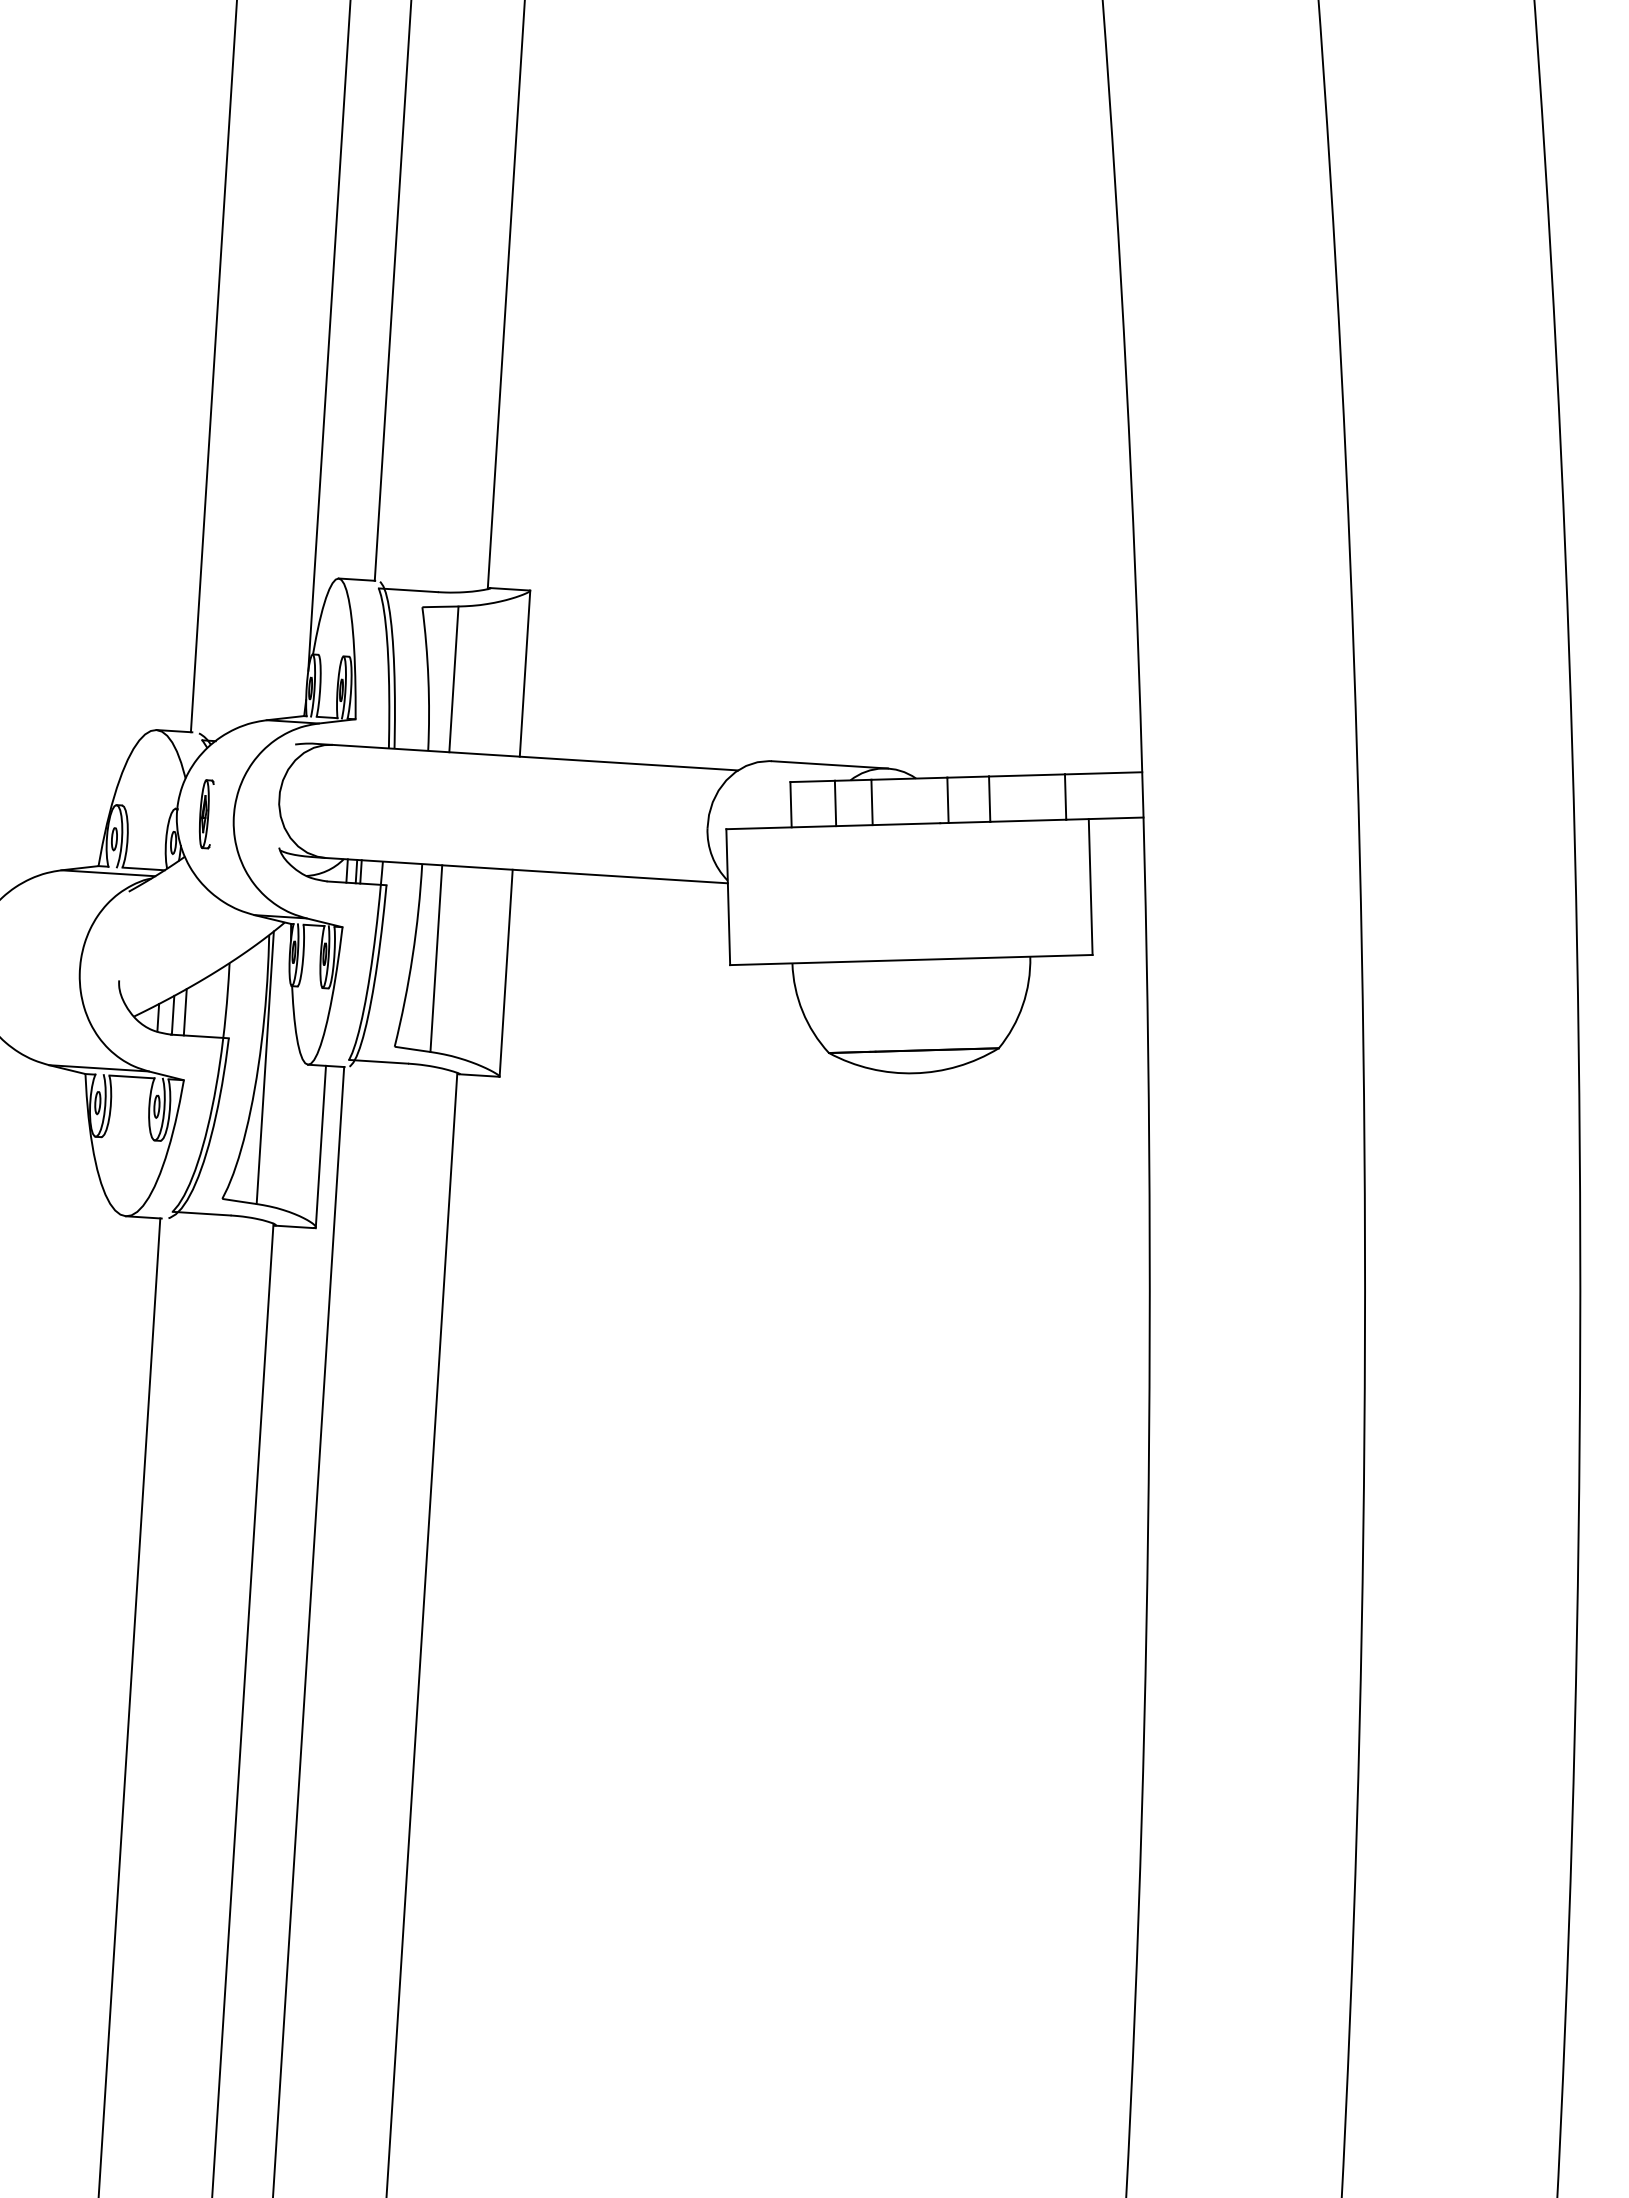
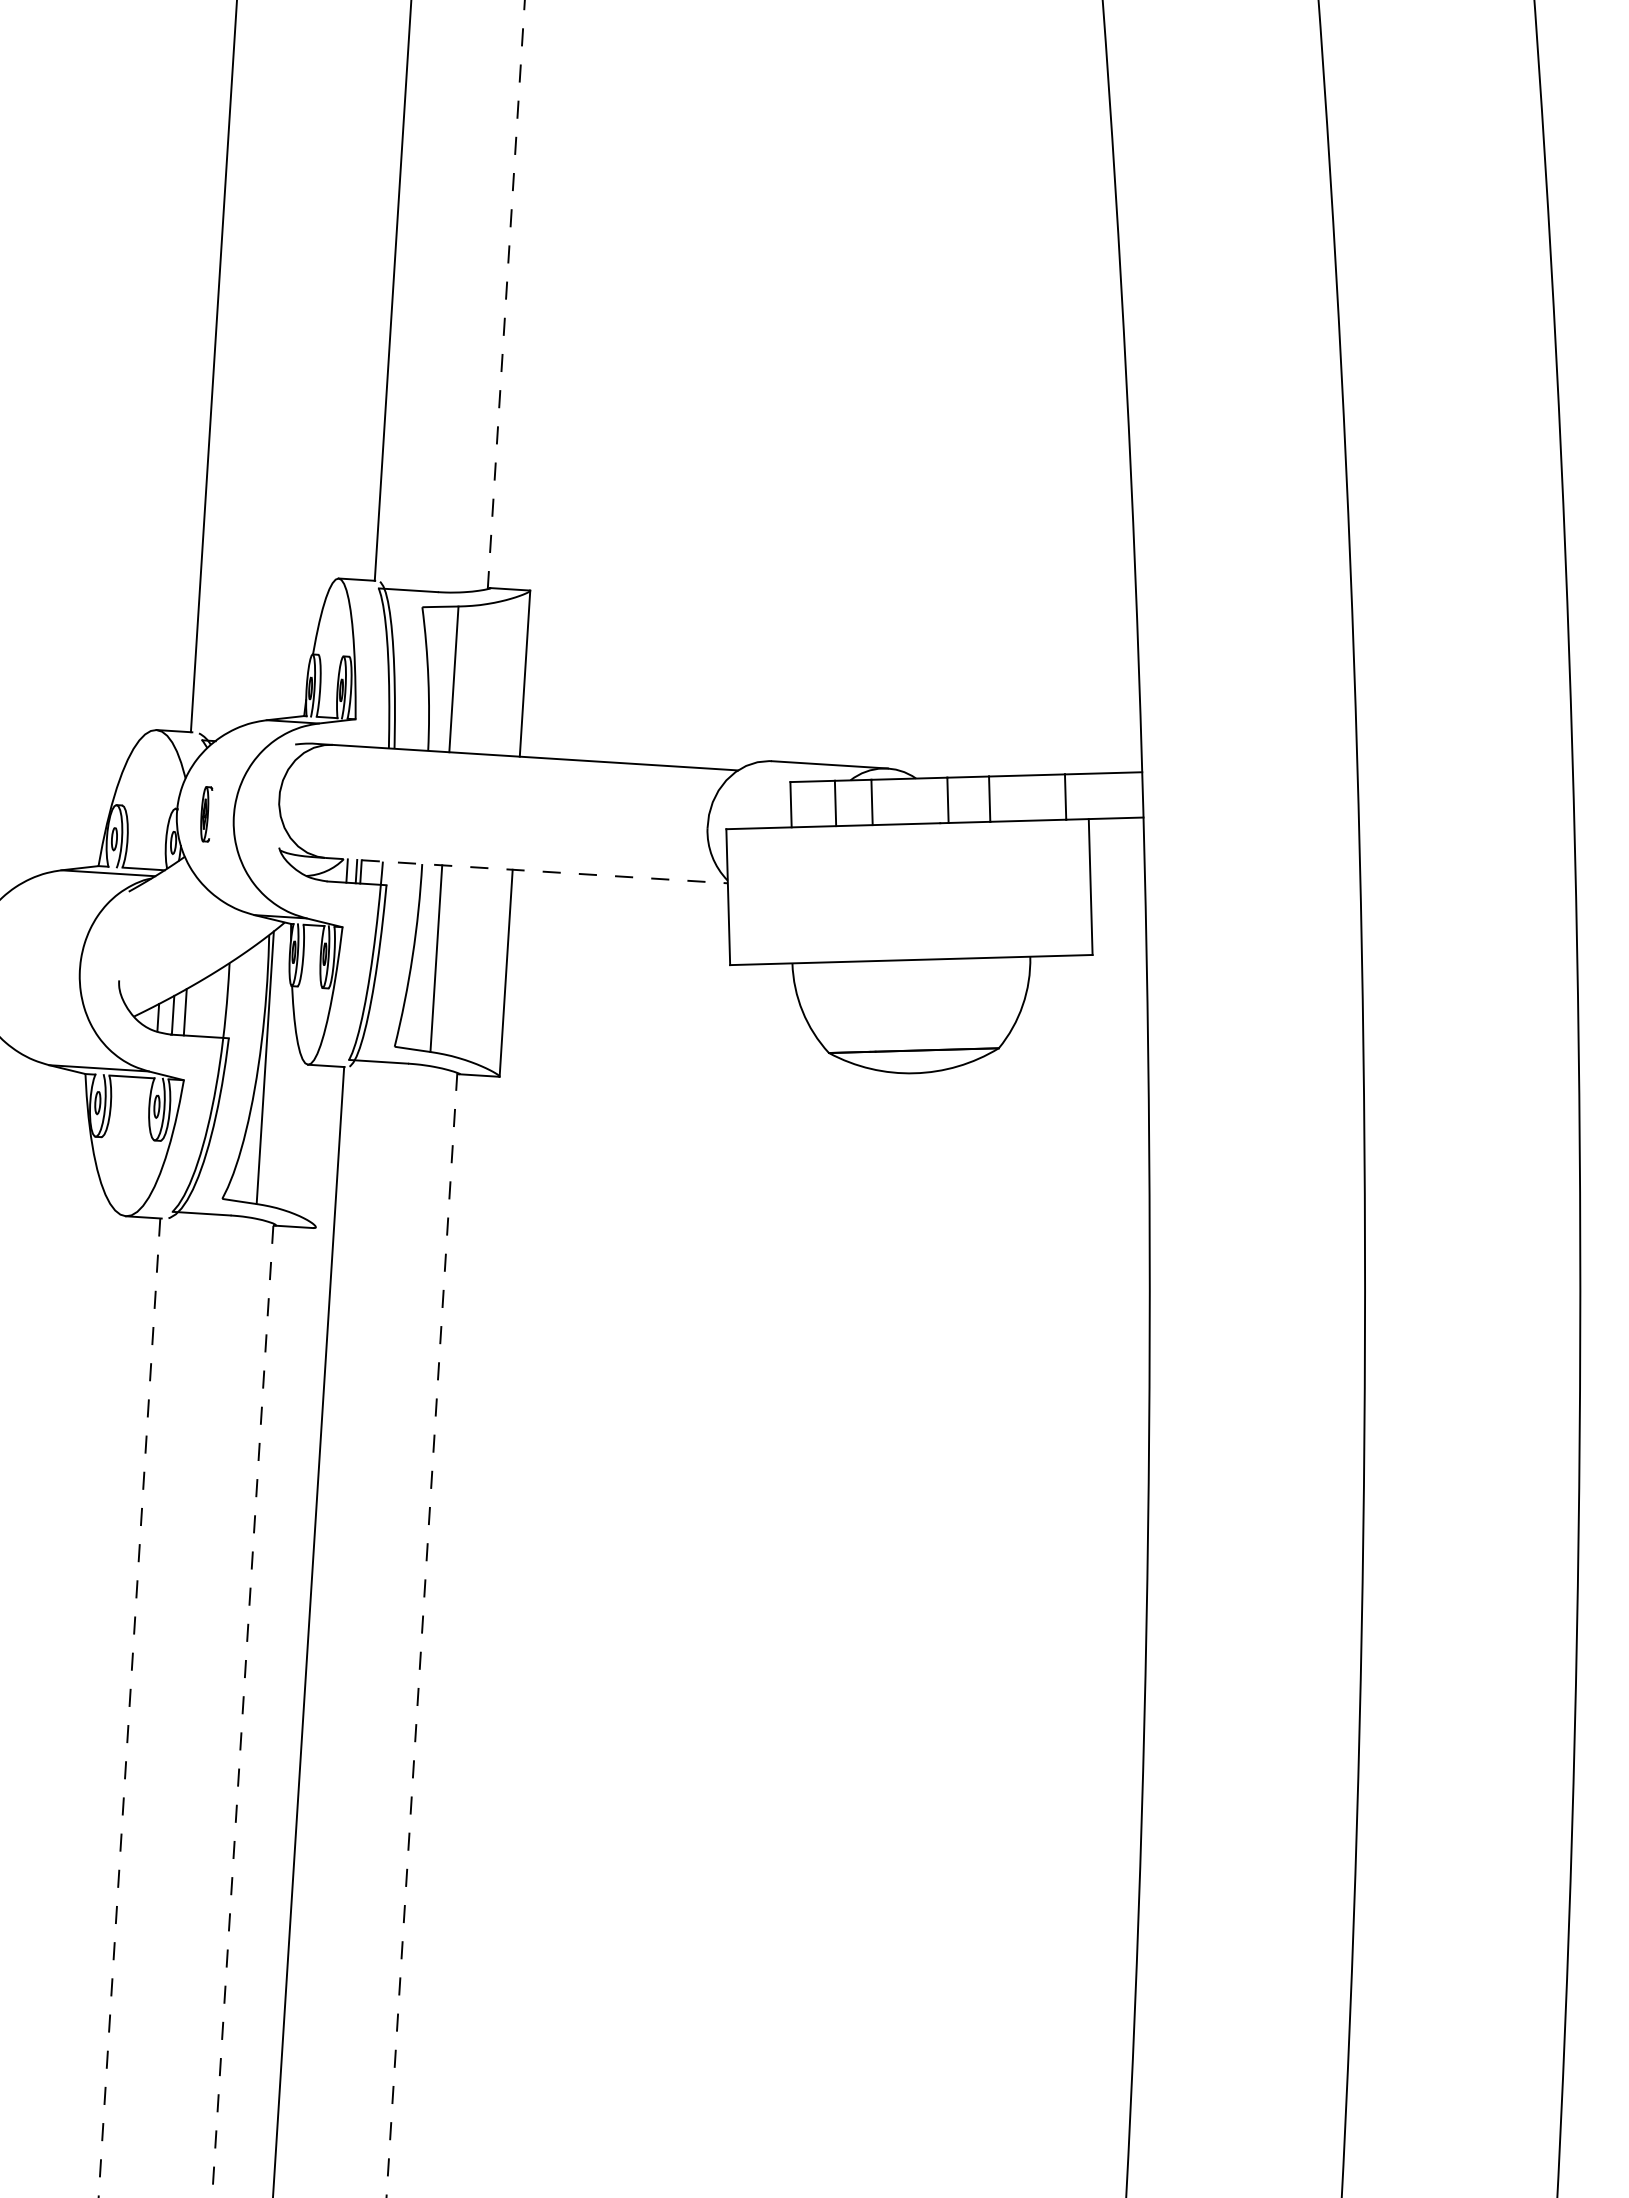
line at (506, 294): solid -> dashed
line at (329, 336): present -> none
part at (206, 814) size: 17x71 px -> 14x57 px
line at (526, 870): solid -> dashed
line at (320, 1146): present -> none
line at (421, 1634): solid -> dashed
line at (129, 1708): solid -> dashed
line at (242, 1710): solid -> dashed
